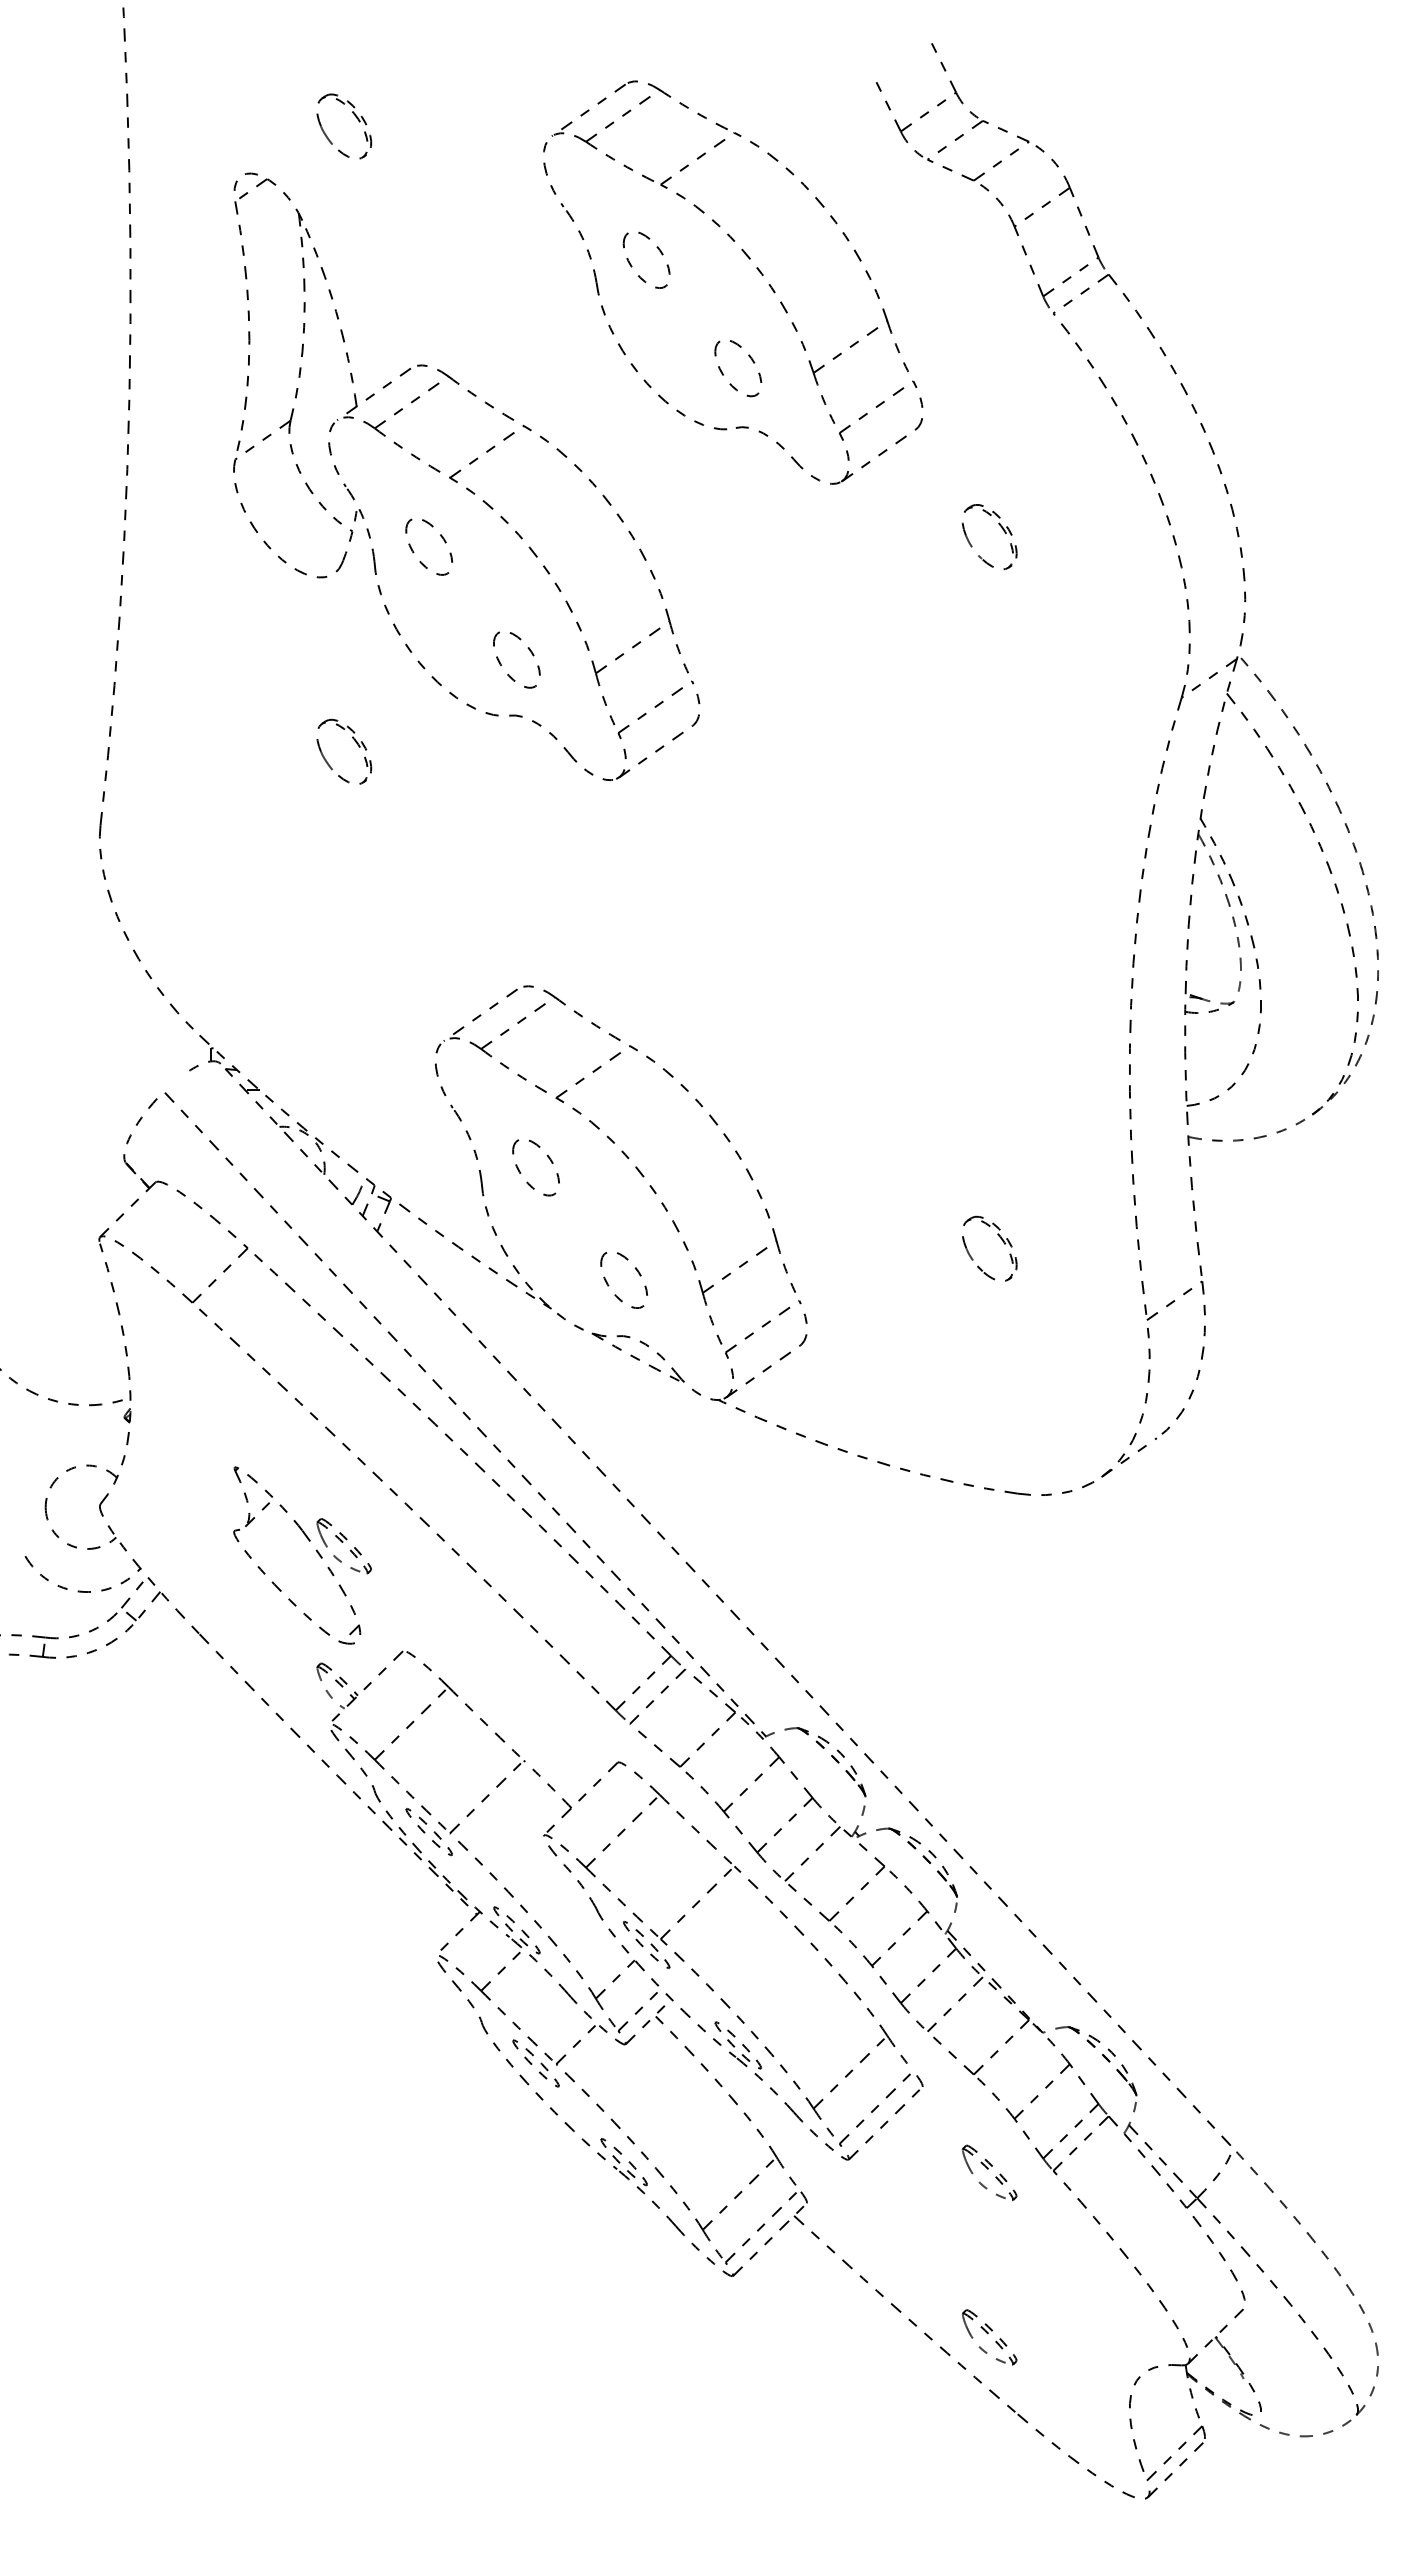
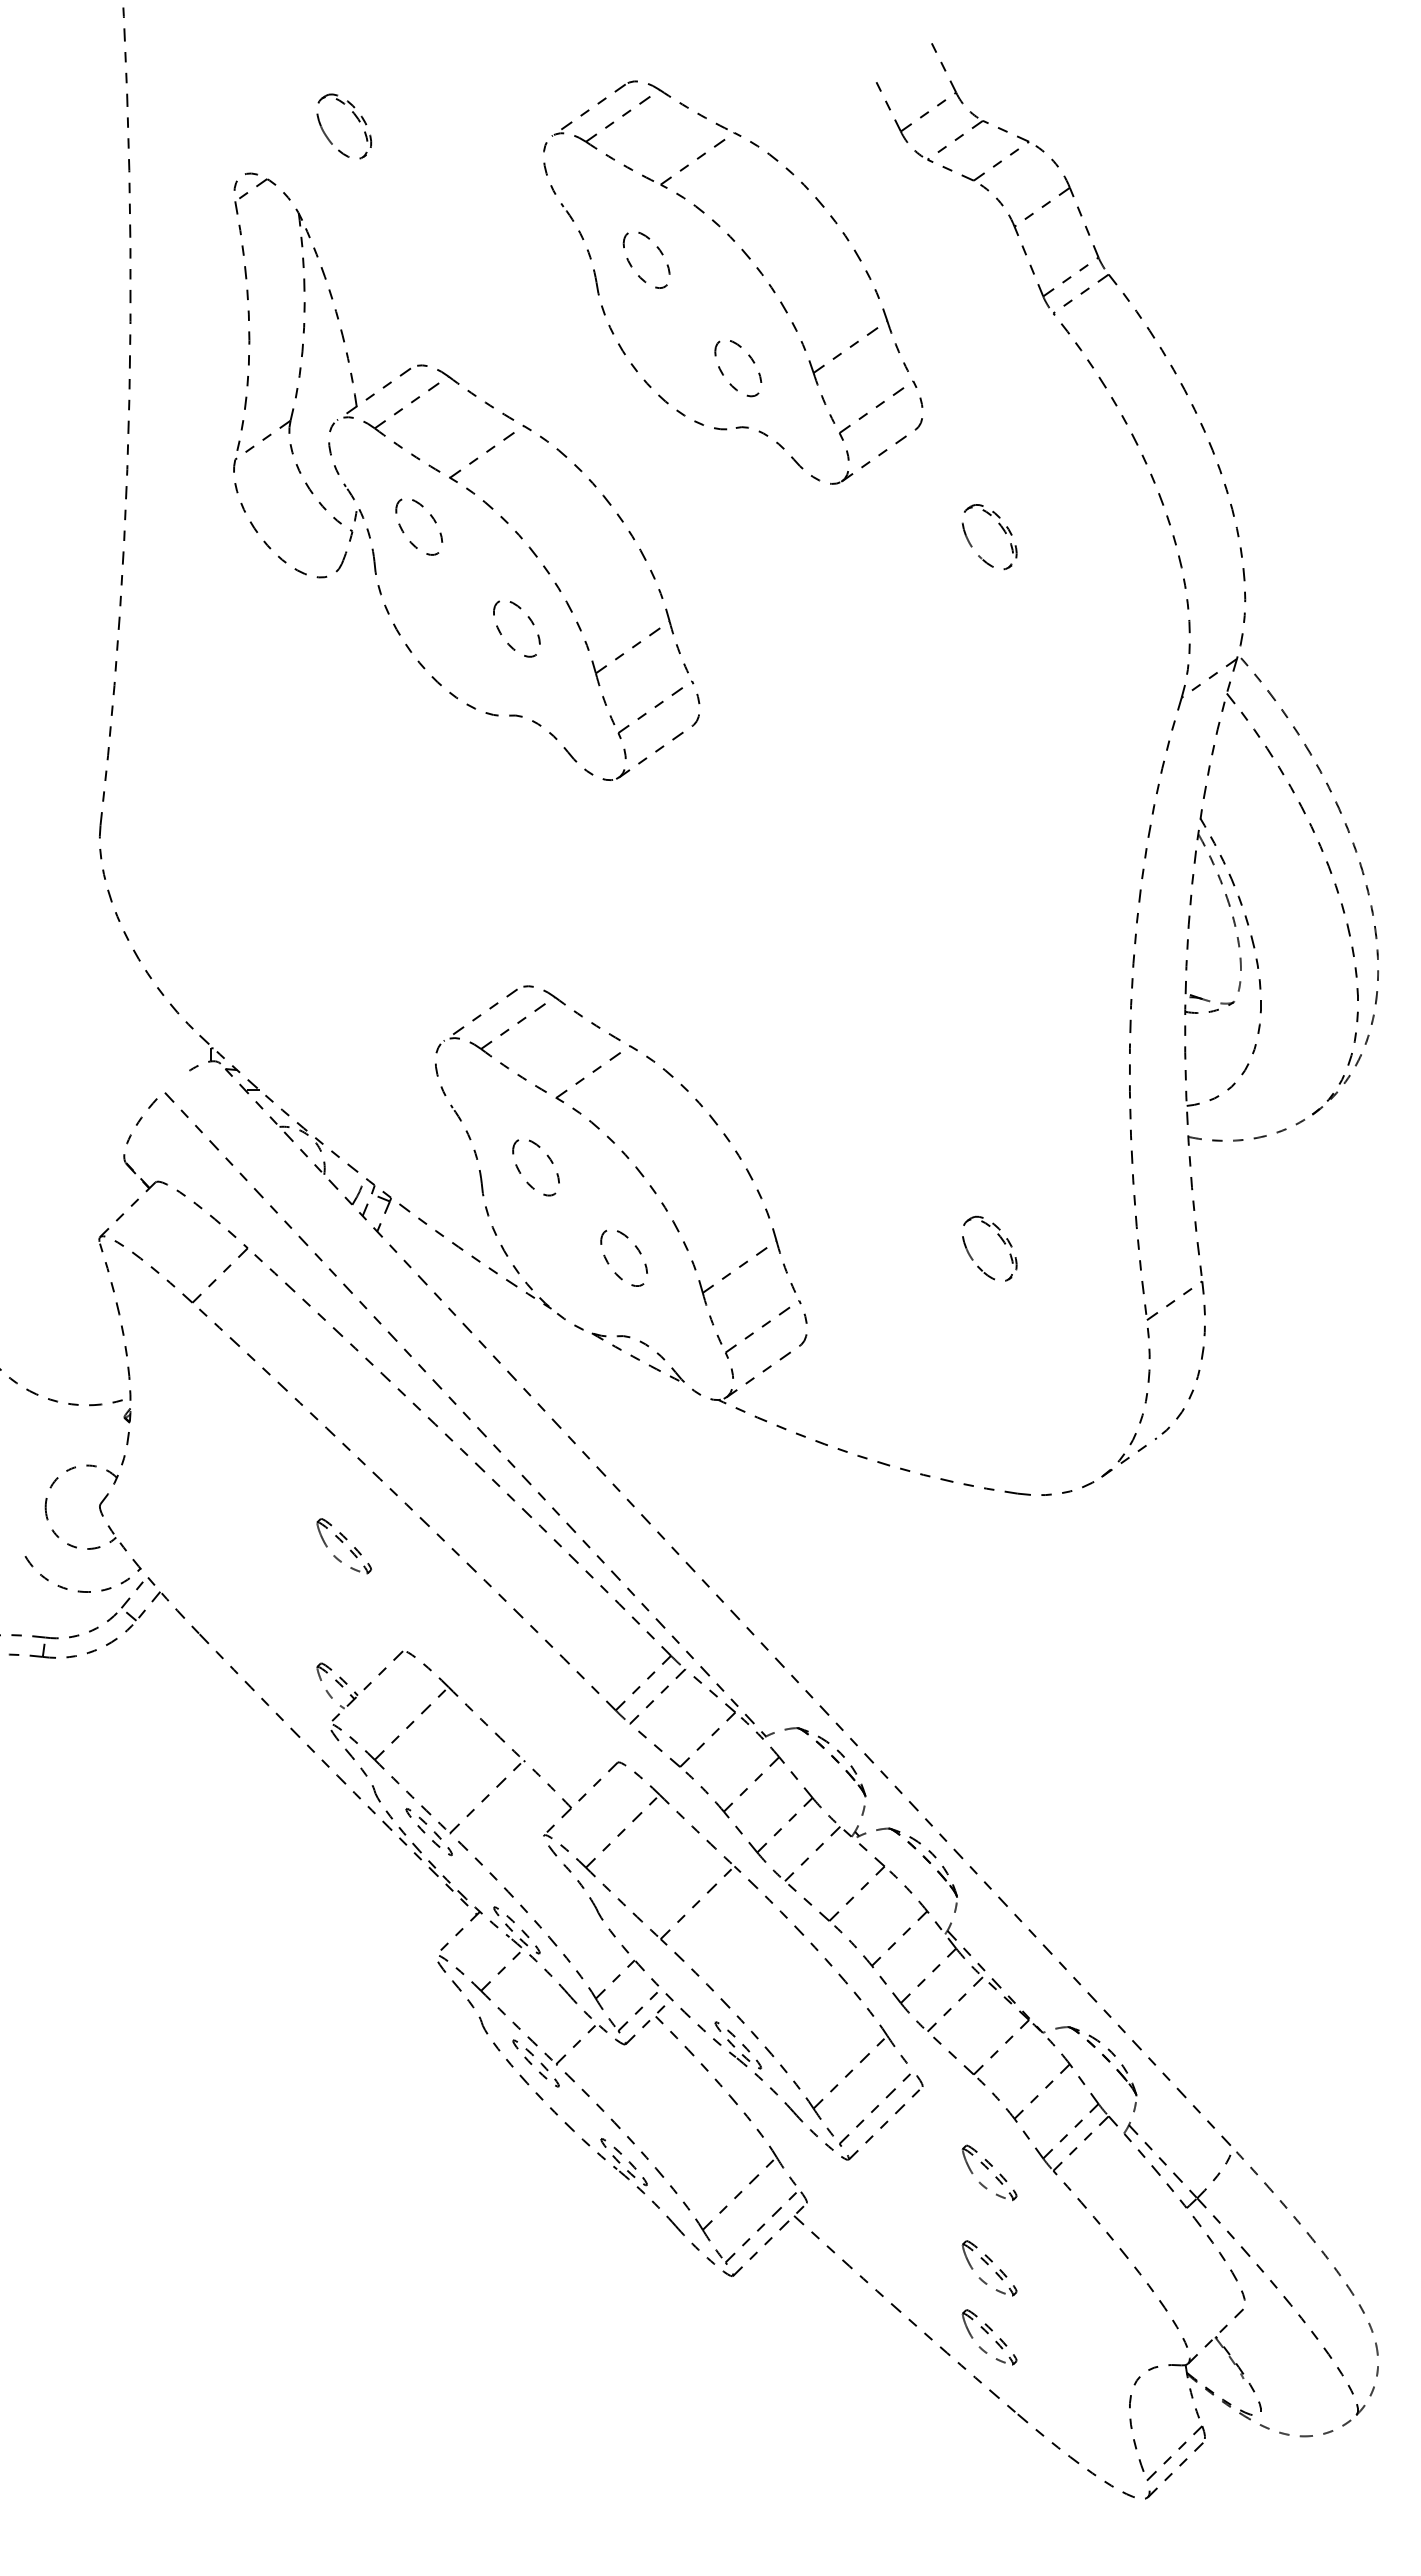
part at (442, 539) position: (442, 539) -> (432, 519)
part at (501, 663) position: (501, 663) -> (501, 632)
part at (354, 741): present -> none
part at (637, 1272) position: (637, 1272) -> (637, 1250)
part at (309, 1541): present -> none
part at (646, 1944): present -> none
part at (989, 2268): none -> present
